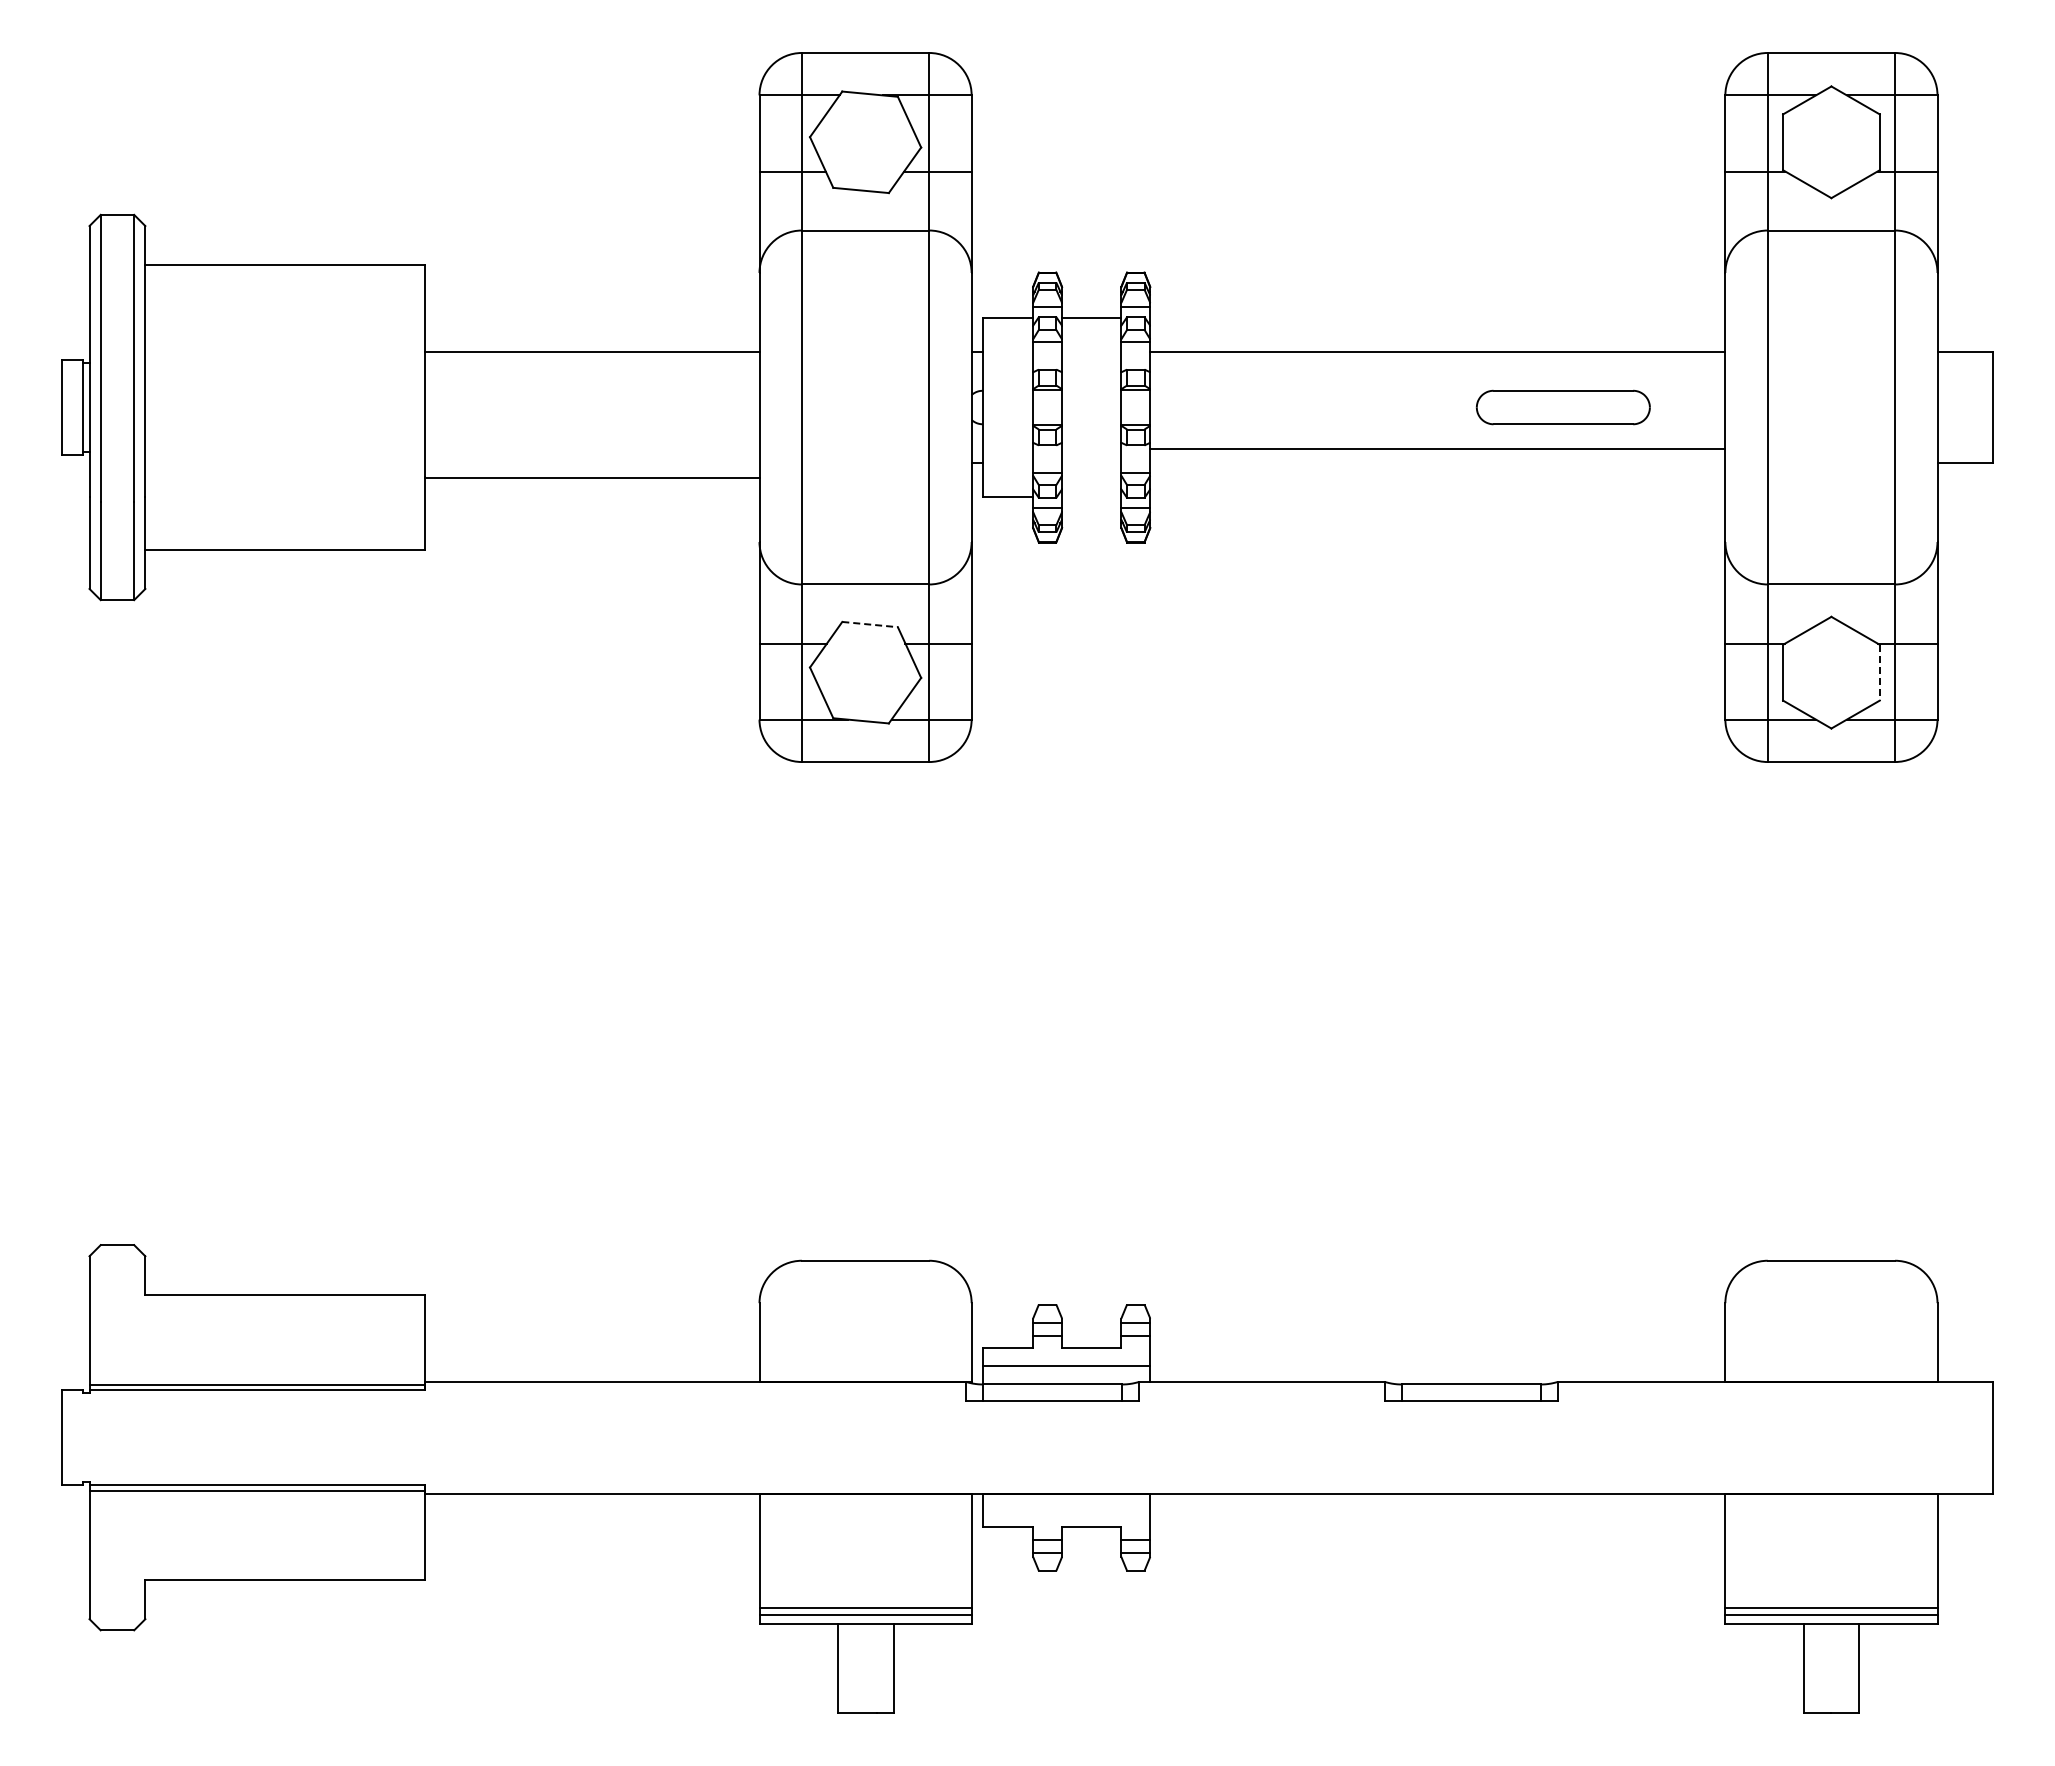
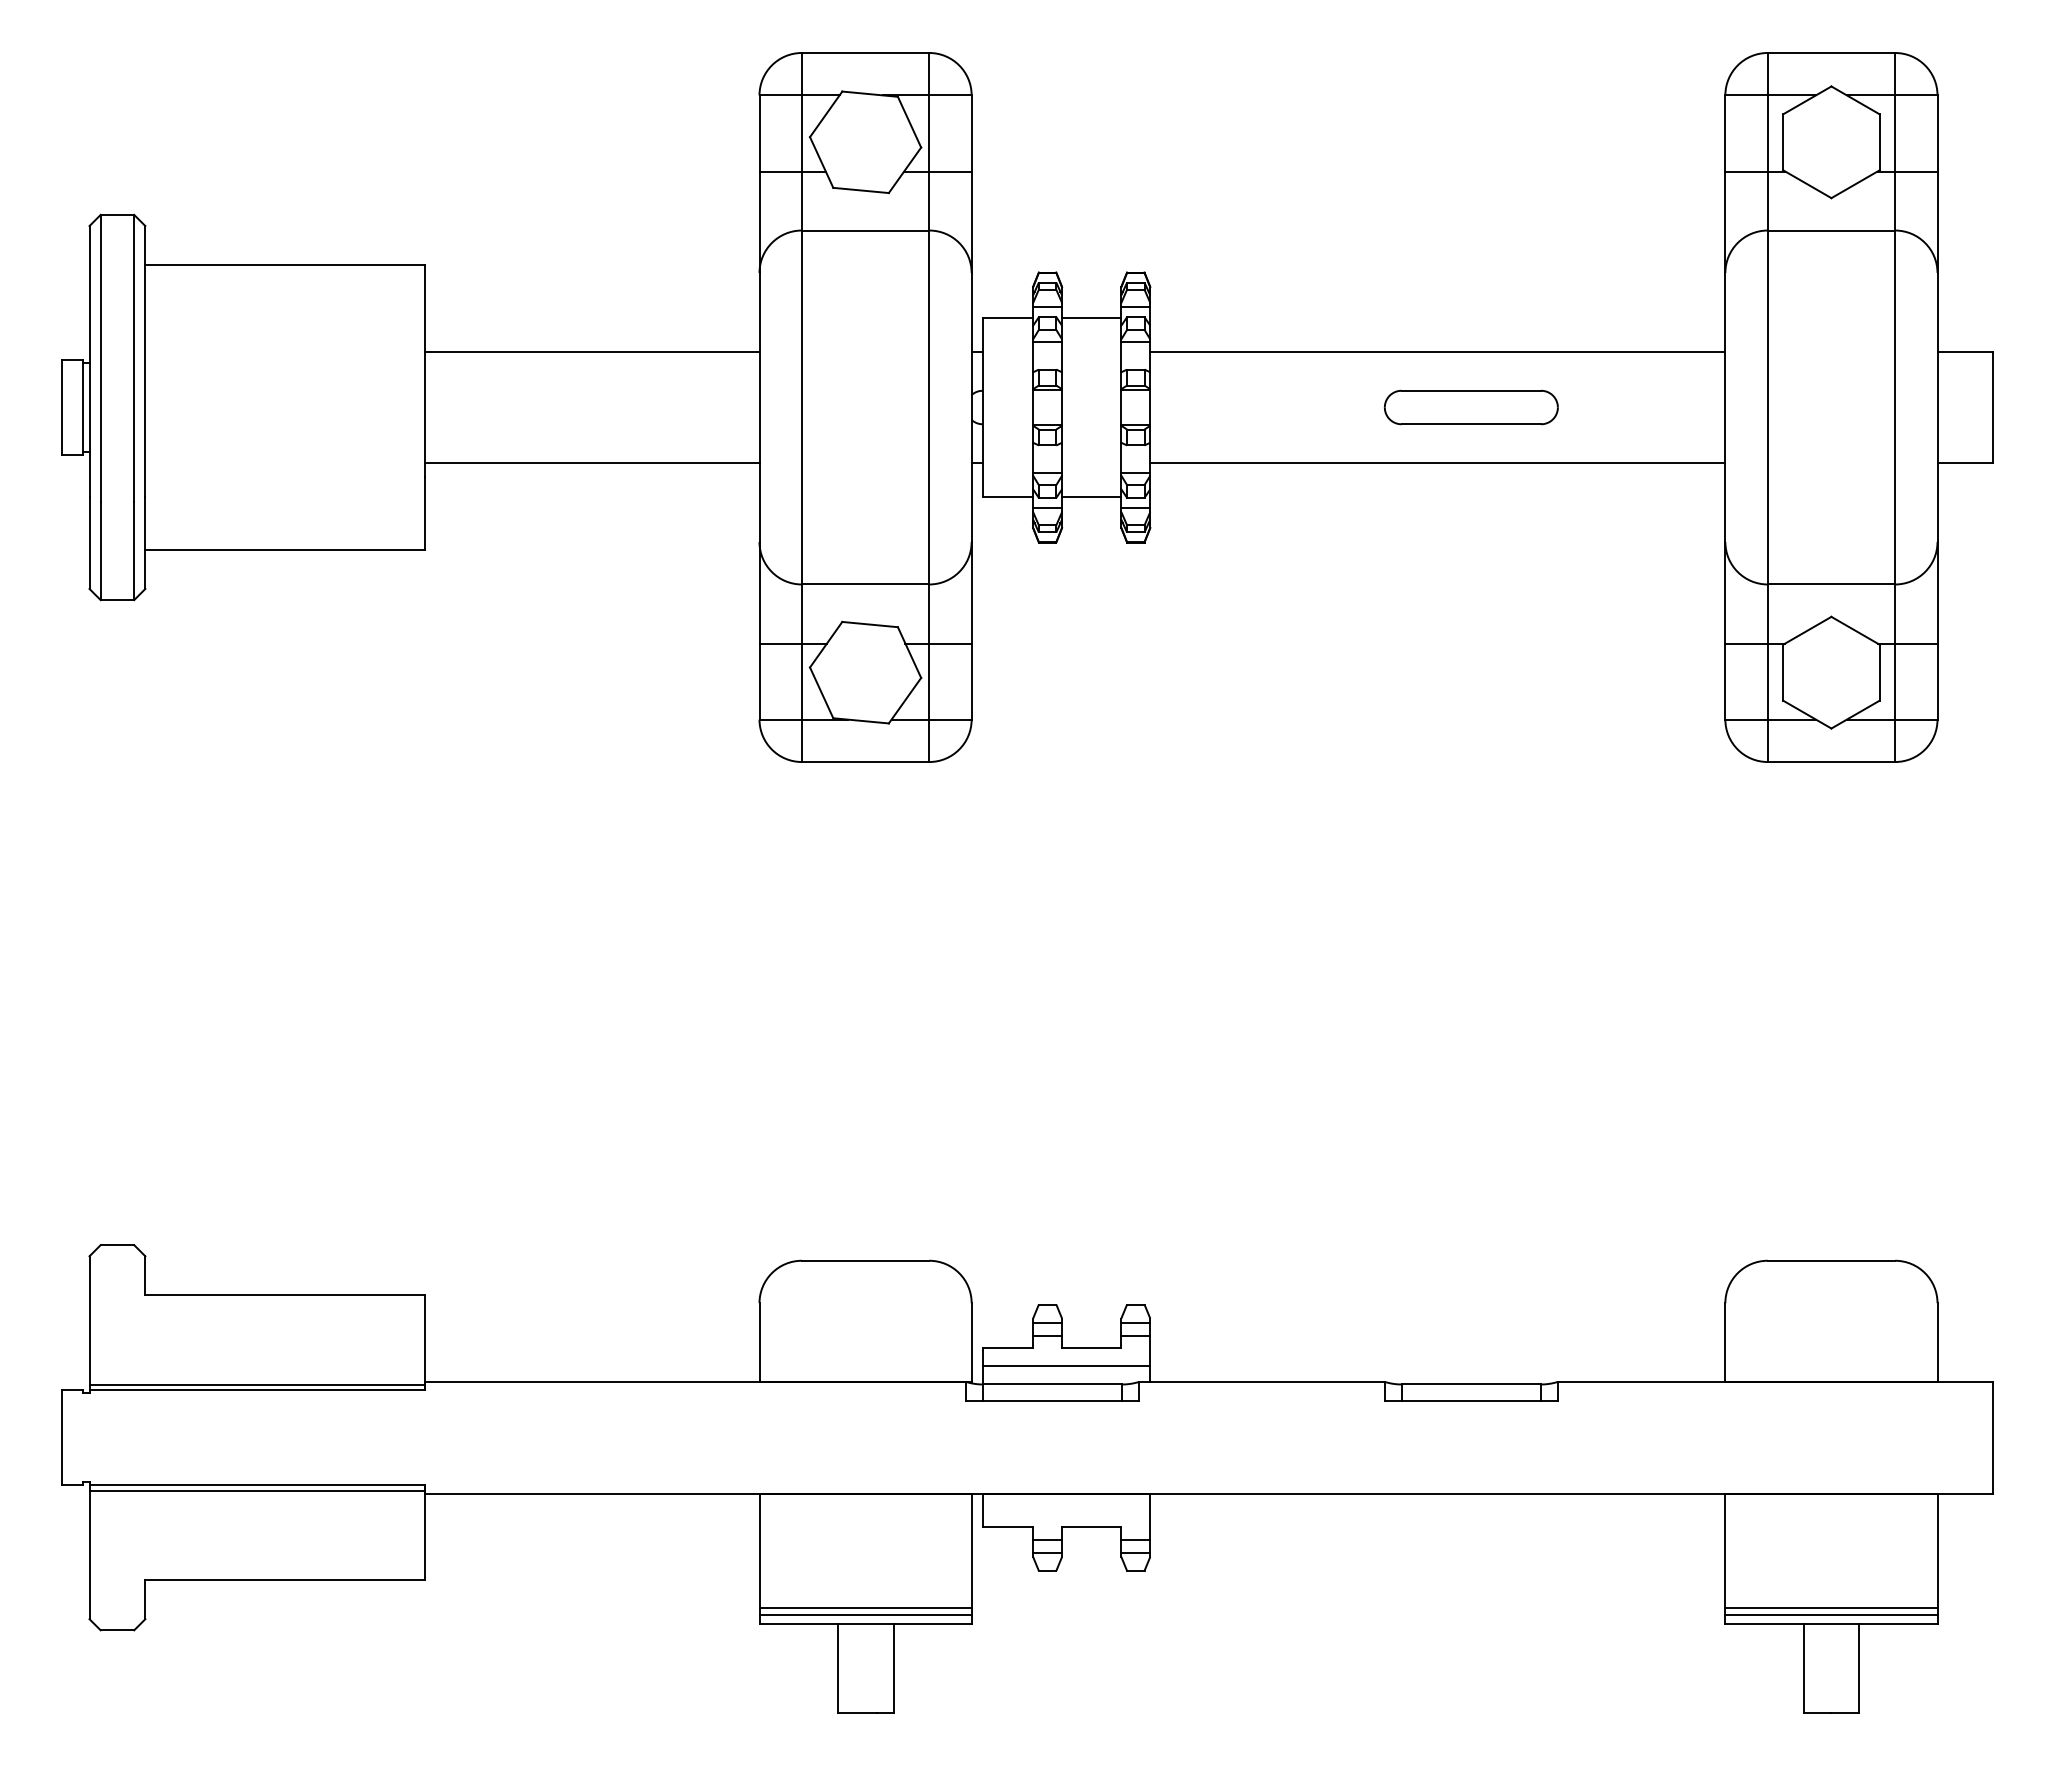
part at (1562, 407) position: (1562, 407) -> (1470, 407)
line at (1437, 449) position: (1437, 449) -> (1437, 463)
line at (591, 478) position: (591, 478) -> (591, 463)
line at (1091, 496): none -> present
line at (870, 624): dashed -> solid
line at (1879, 672): dashed -> solid
